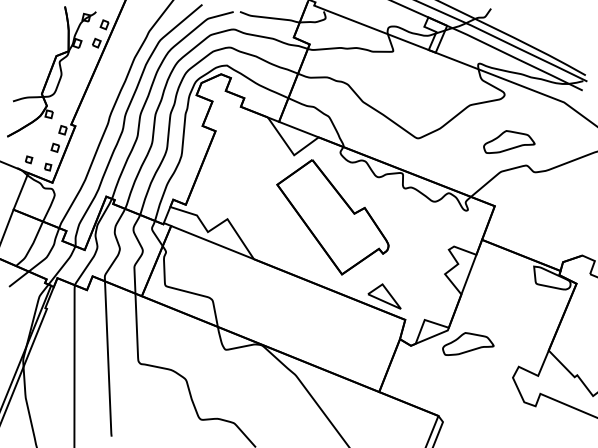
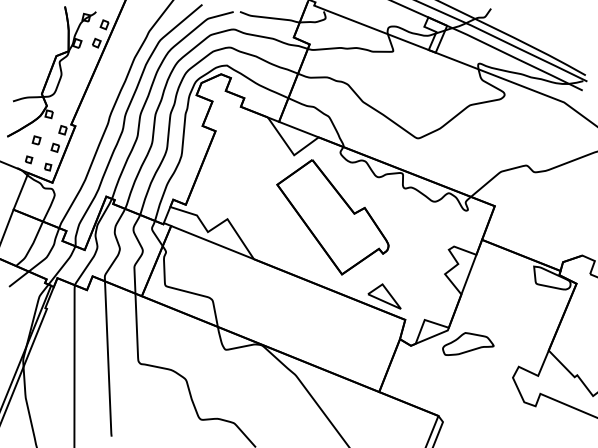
part at (36, 140): none -> present
part at (509, 141): present -> none
